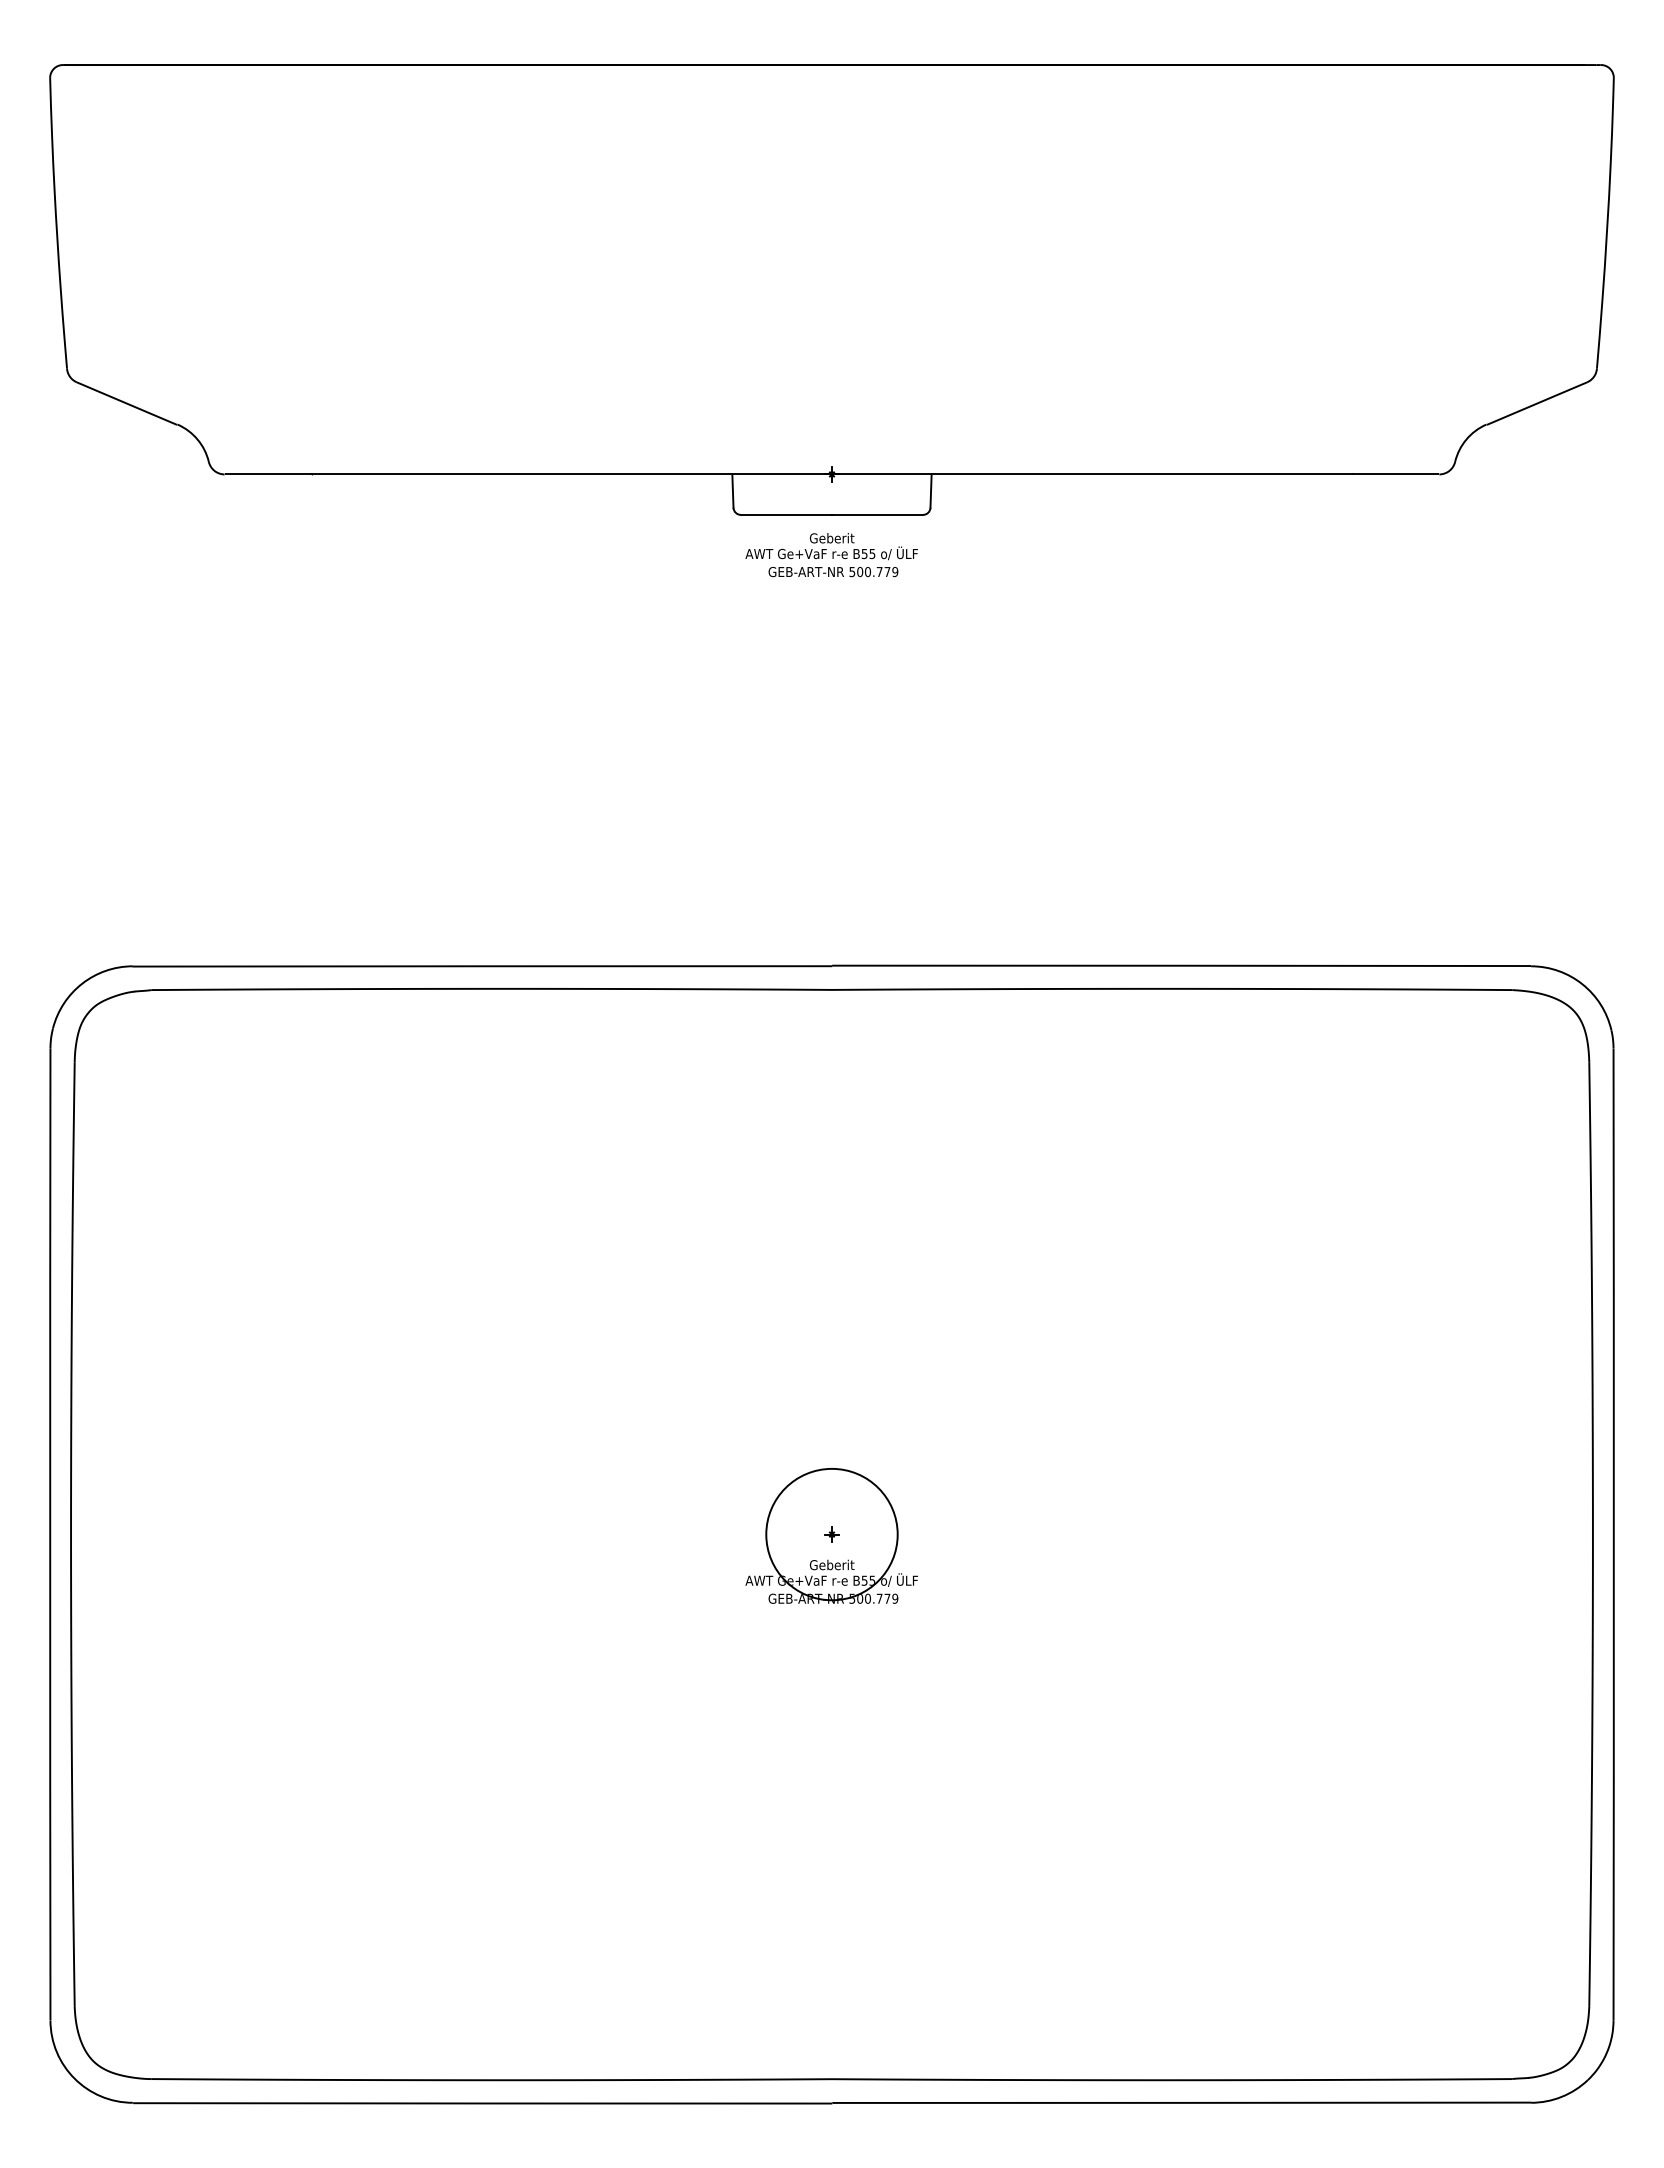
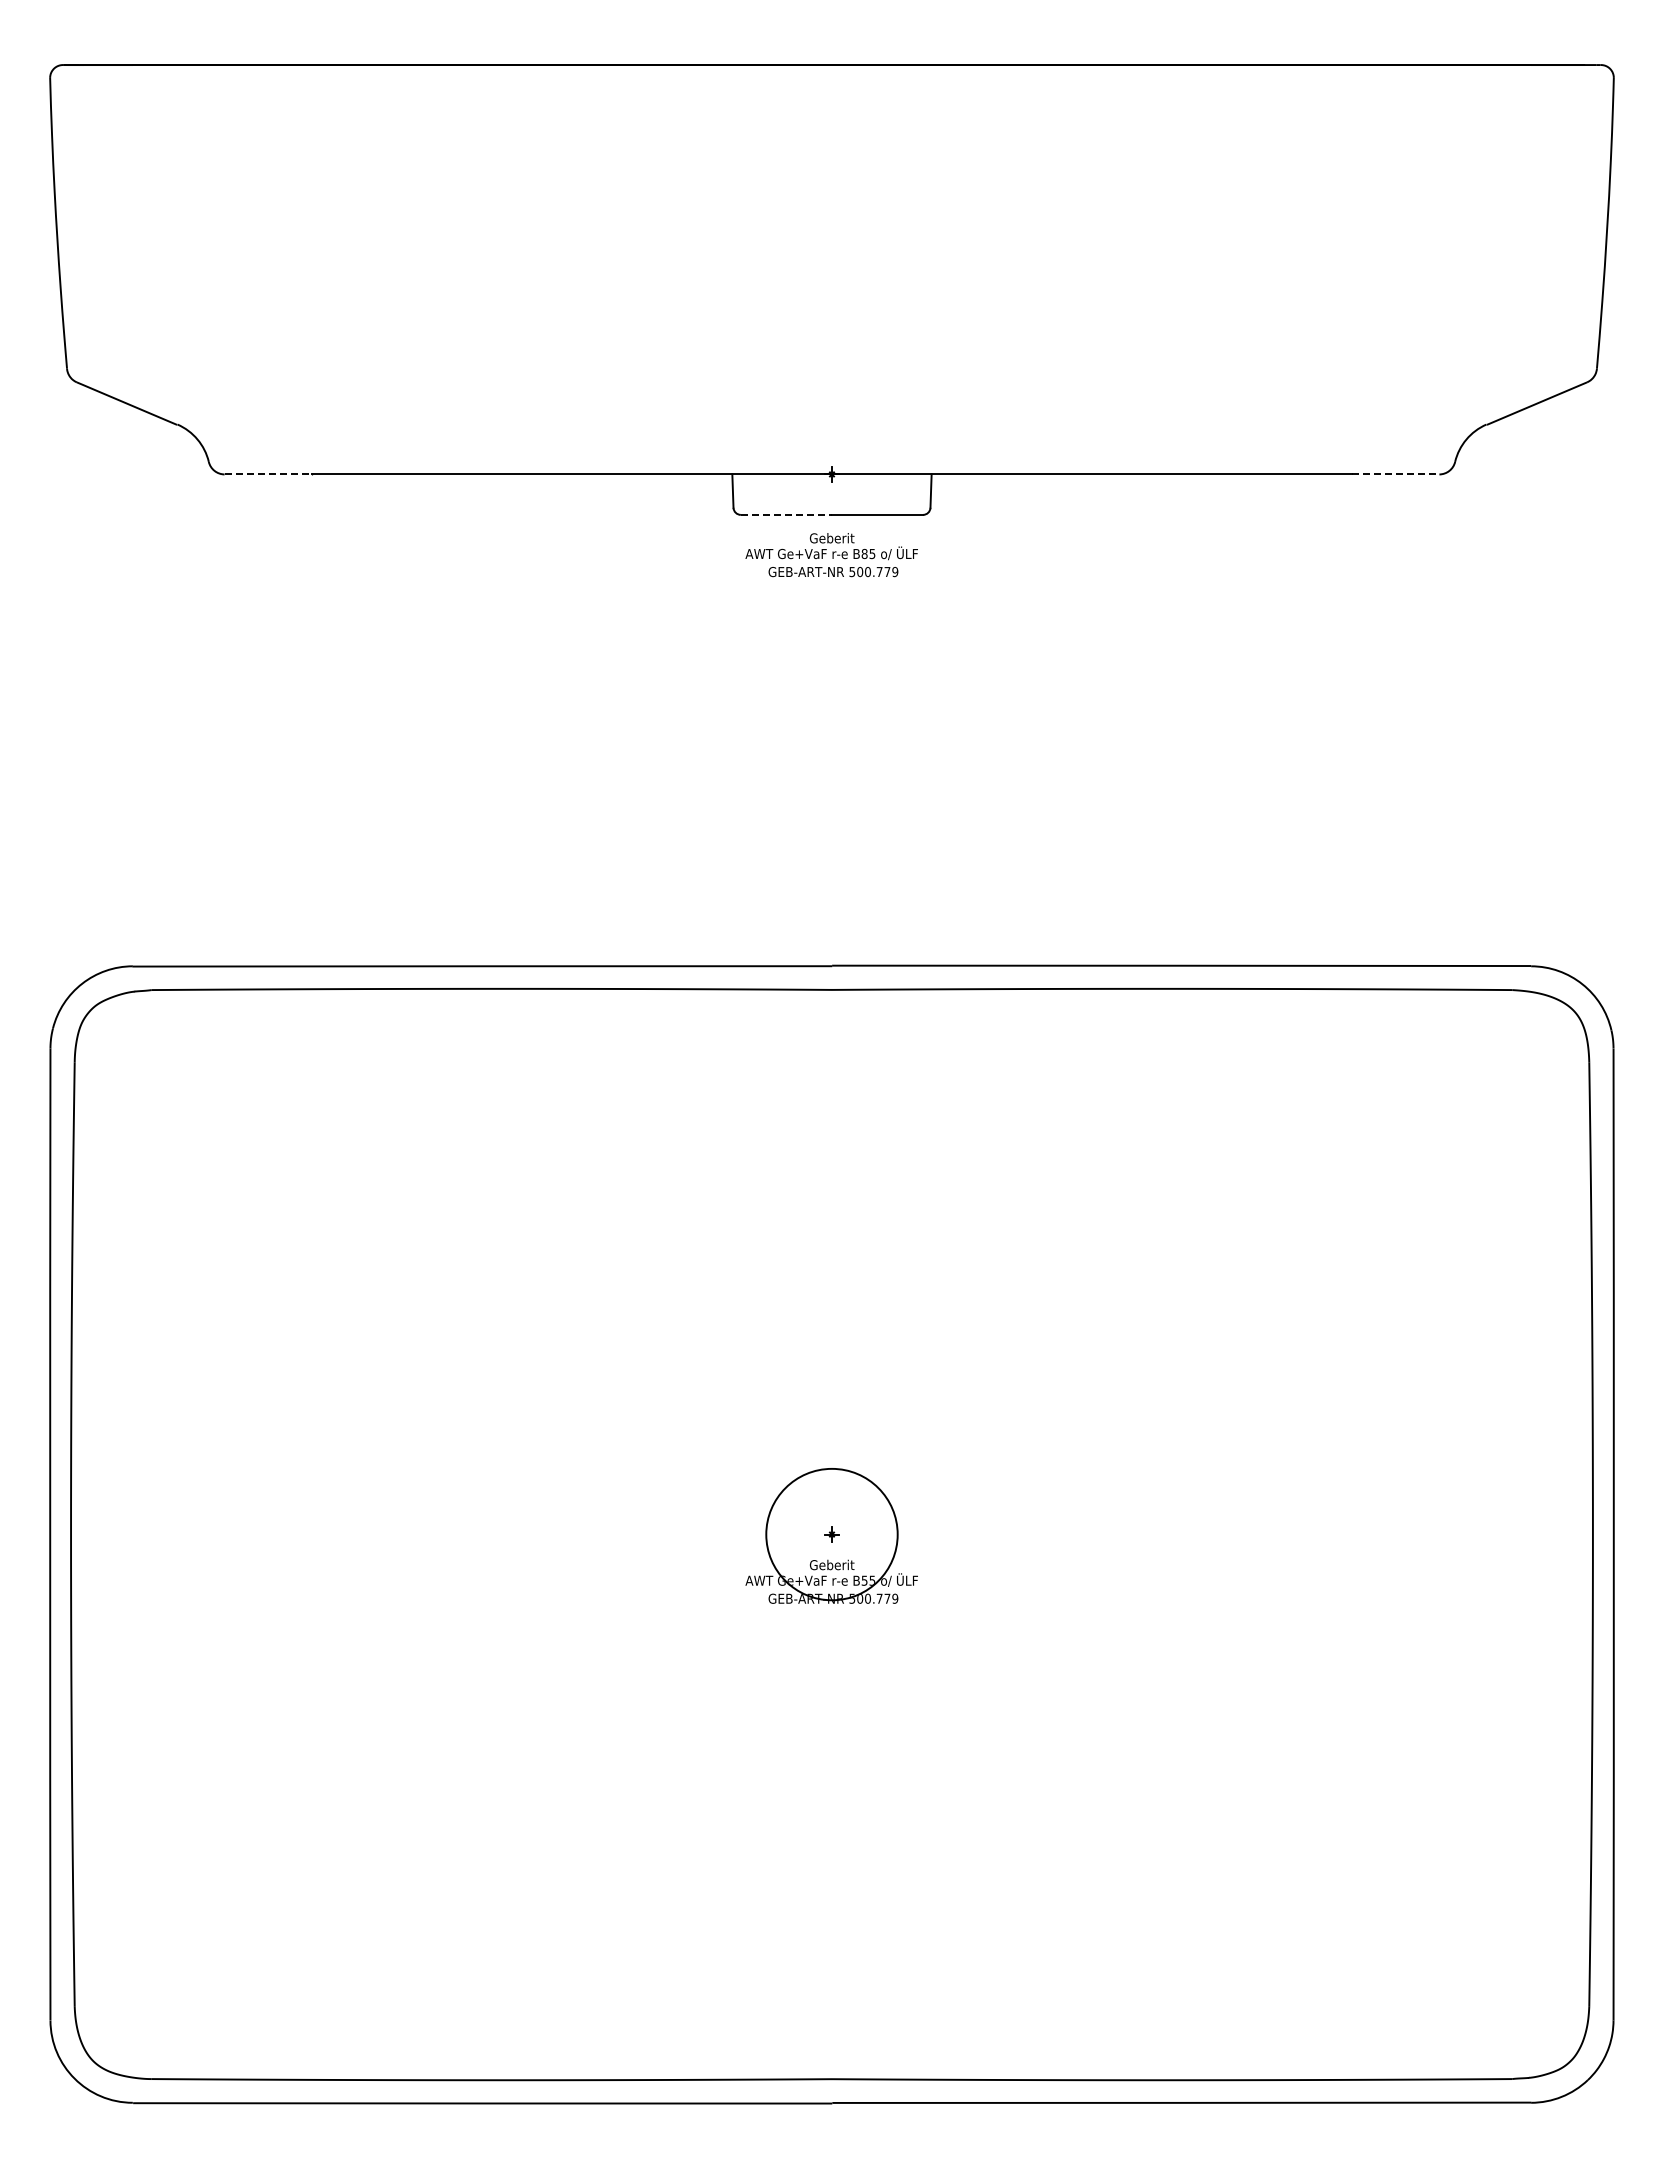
line at (268, 474): solid -> dashed
line at (1395, 474): solid -> dashed
line at (786, 514): solid -> dashed
text at (864, 553): B55 -> B85
